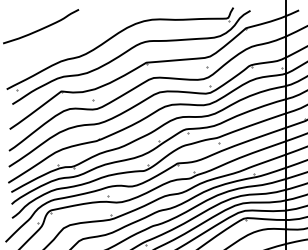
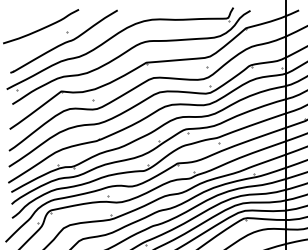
part at (63, 41): none -> present
